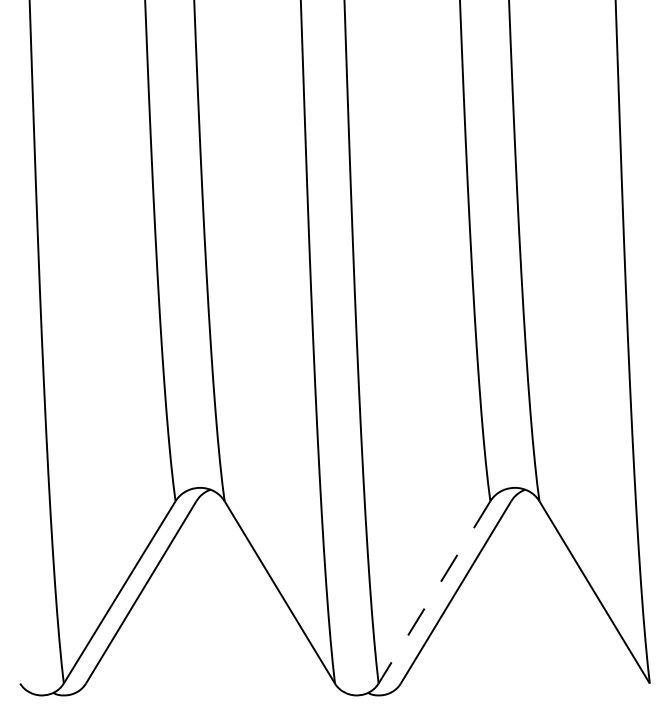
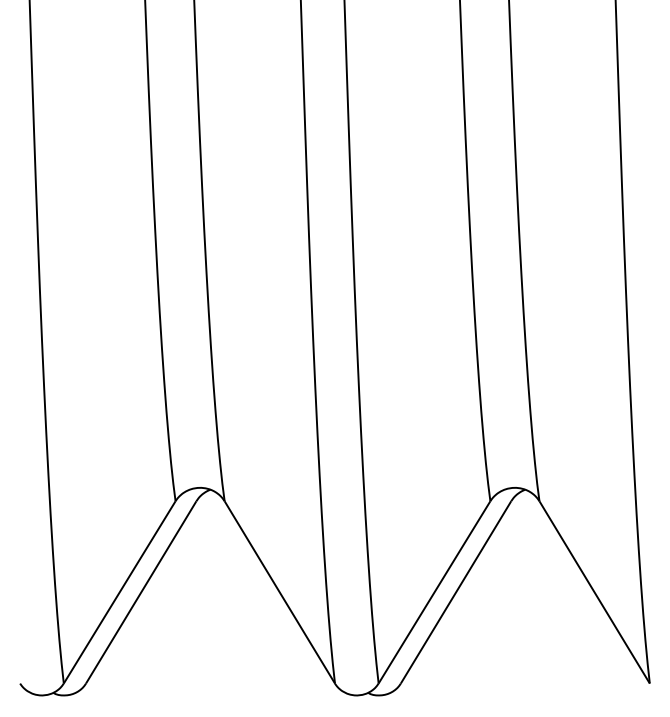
line at (434, 592): dashed -> solid
